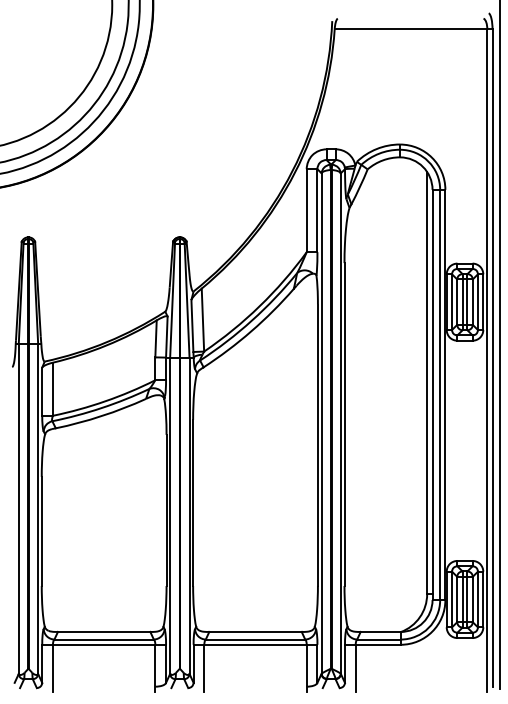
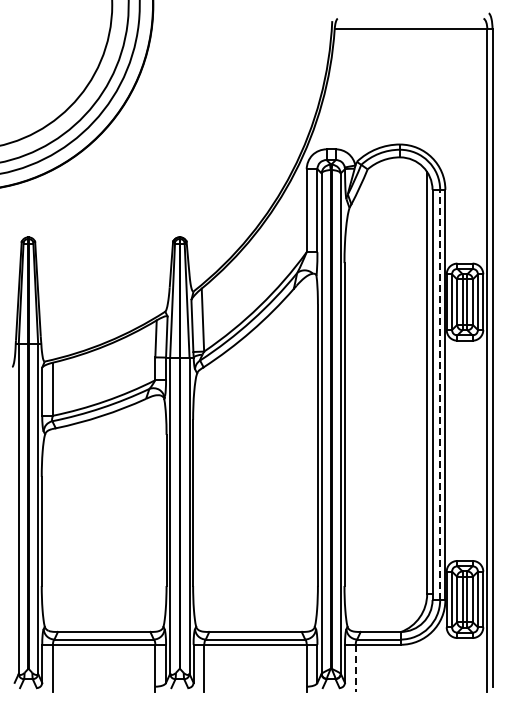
line at (500, 345): present -> none
line at (440, 394): solid -> dashed
line at (355, 668): solid -> dashed
